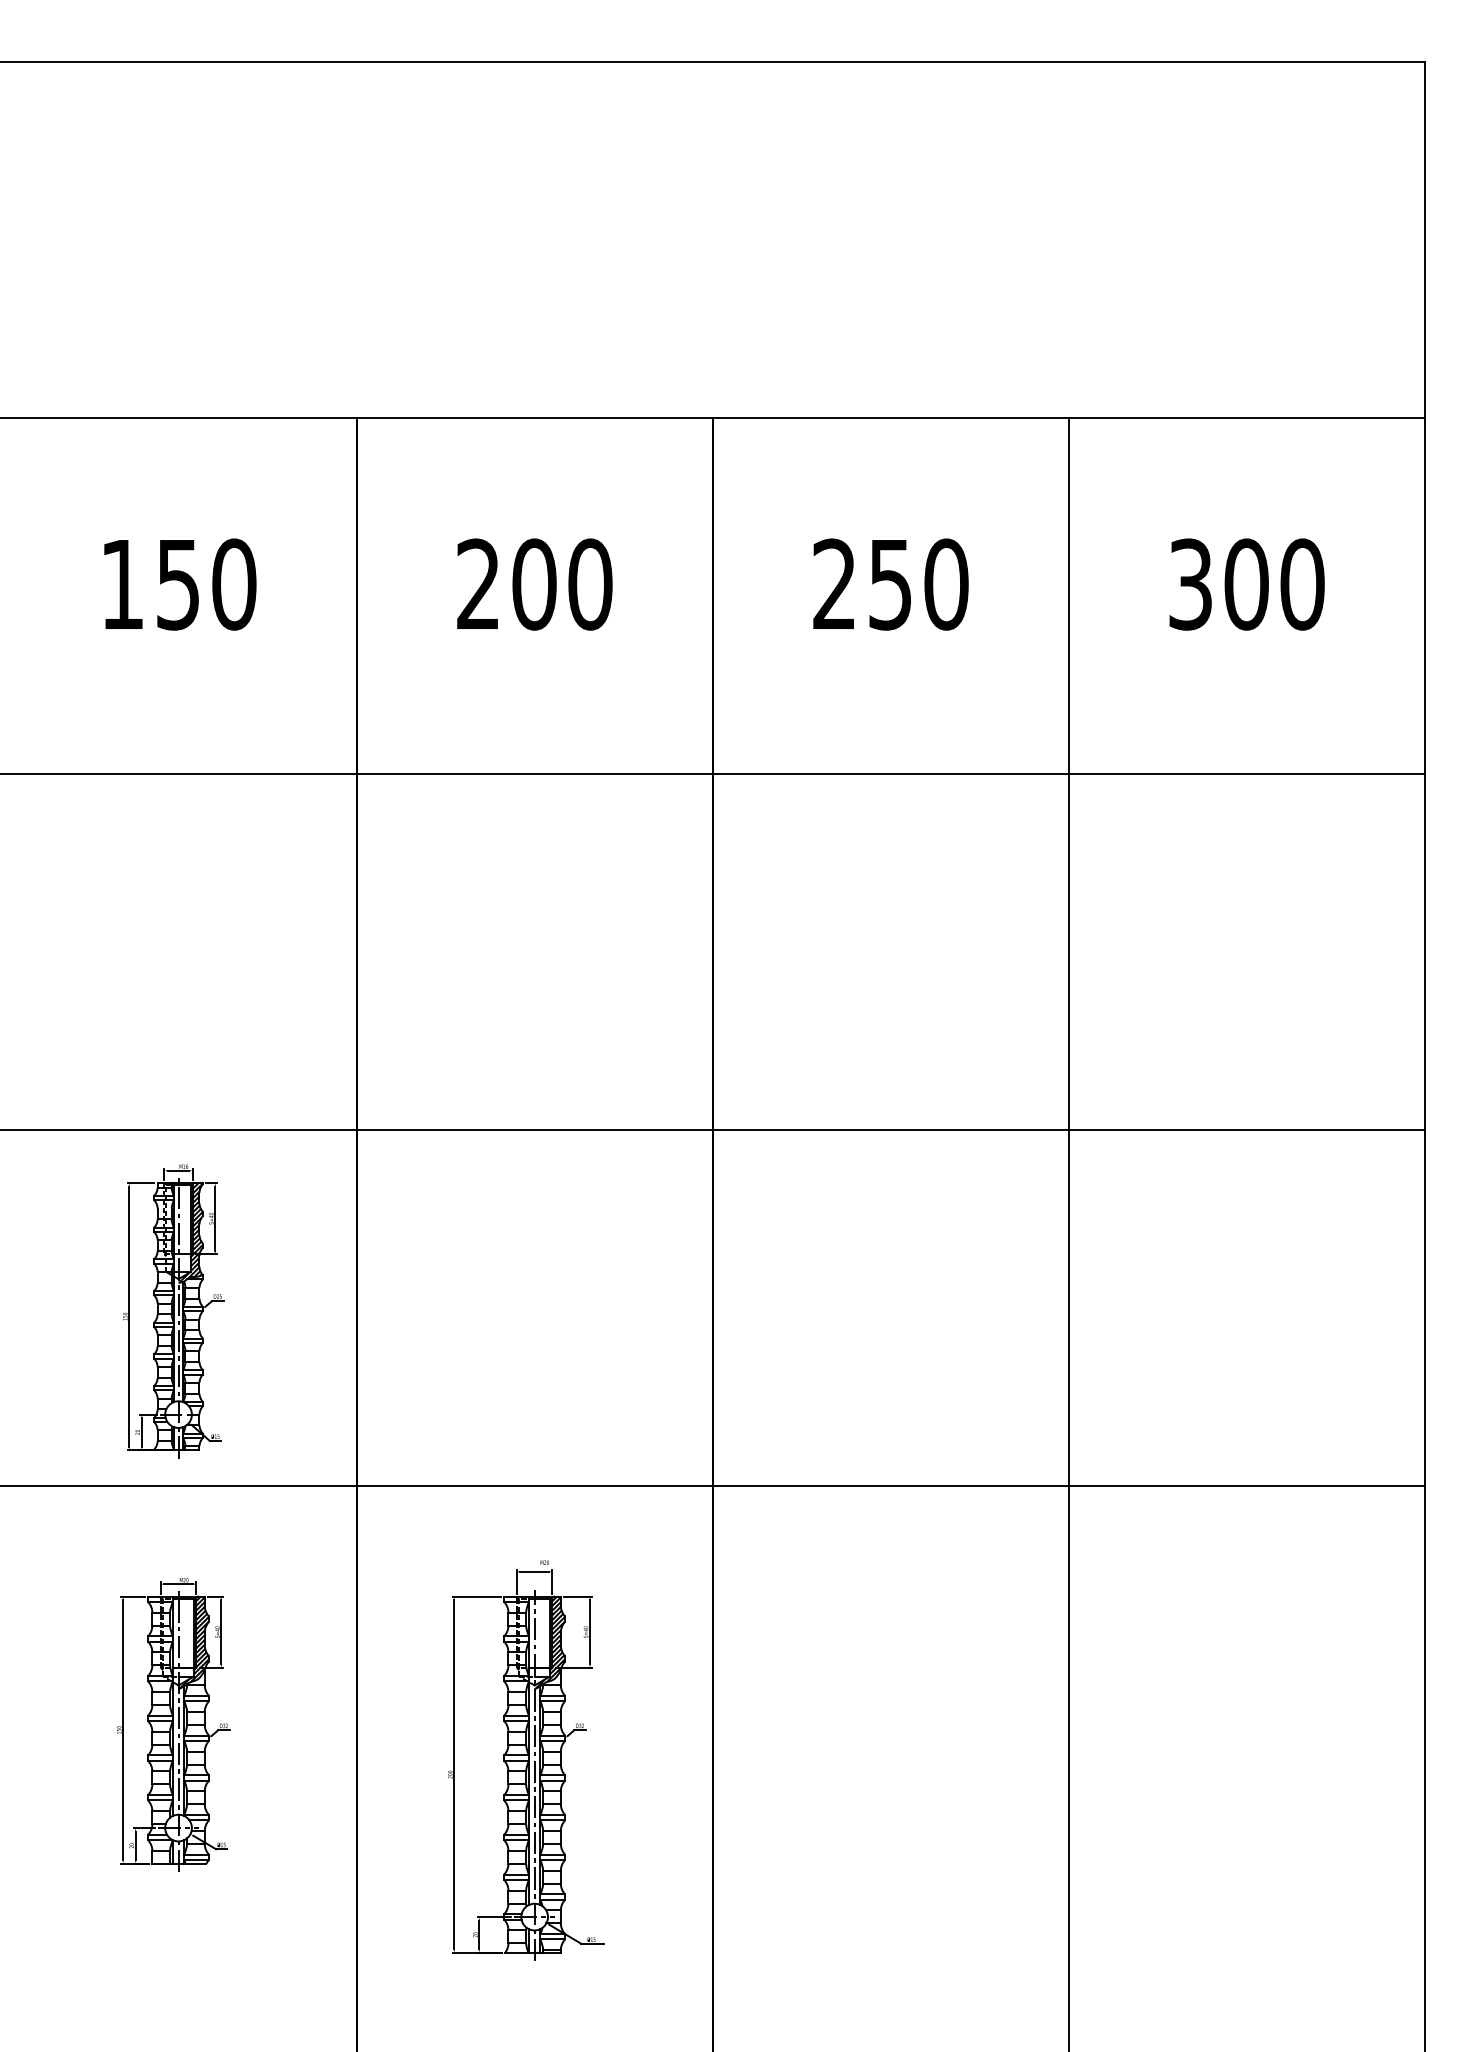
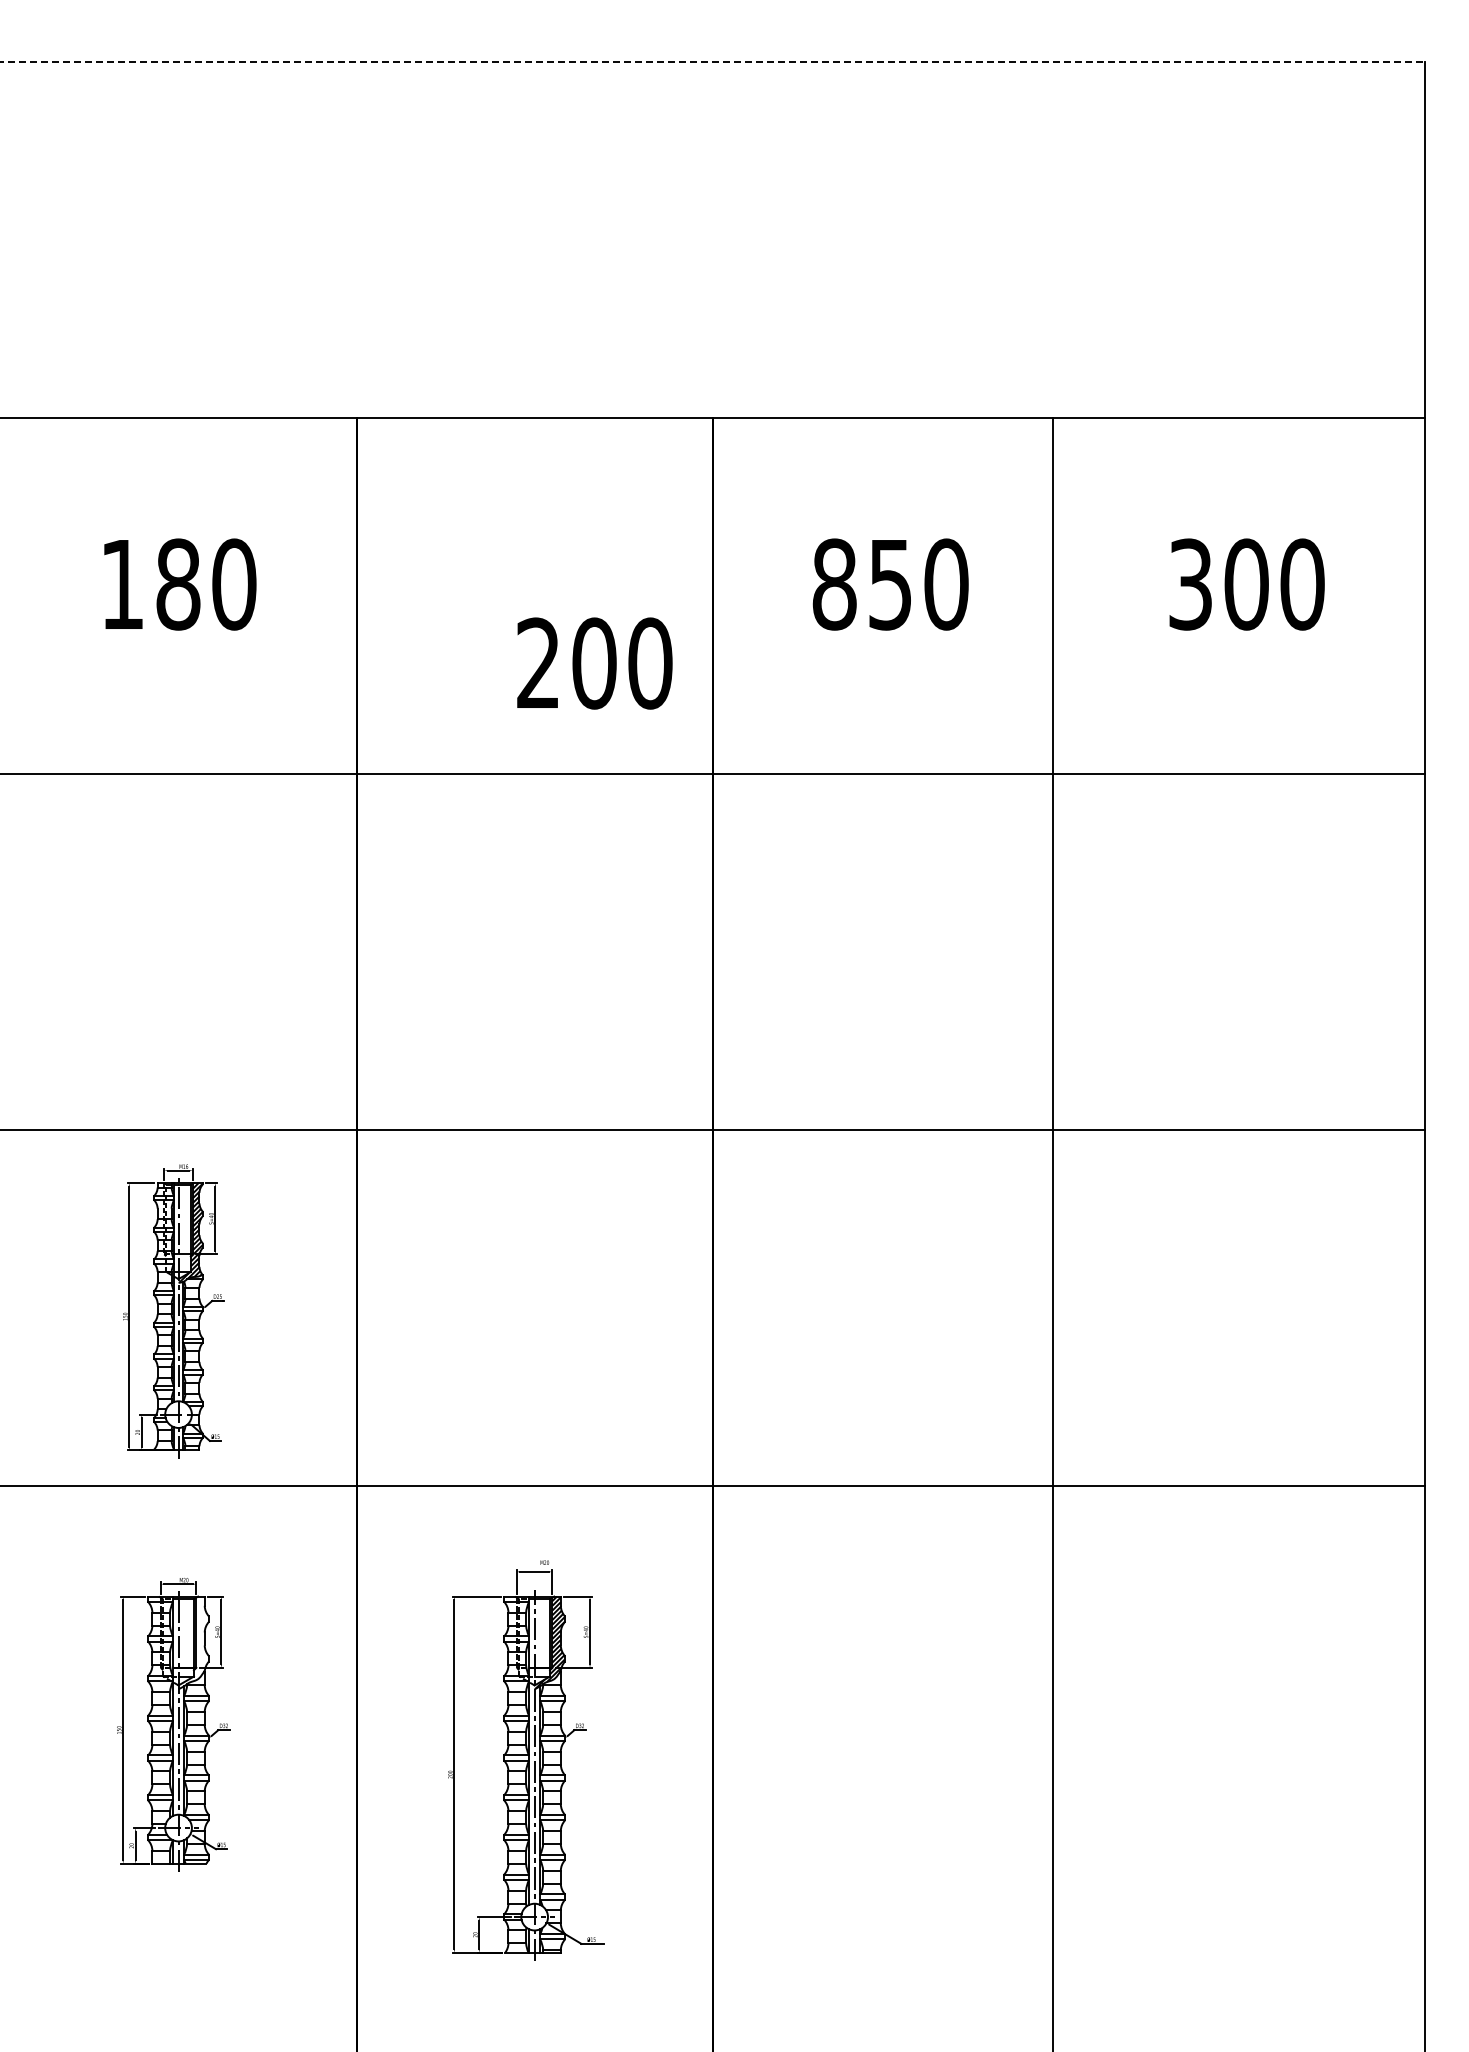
line at (713, 61): solid -> dashed
text at (178, 584): 150 -> 180
text at (534, 584) position: (534, 584) -> (594, 663)
text at (834, 584): 250 -> 850
line at (1068, 1232) position: (1068, 1232) -> (1052, 1232)
hatch at (194, 1642): present -> none
